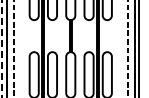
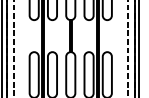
line at (2, 49): dashed -> solid
